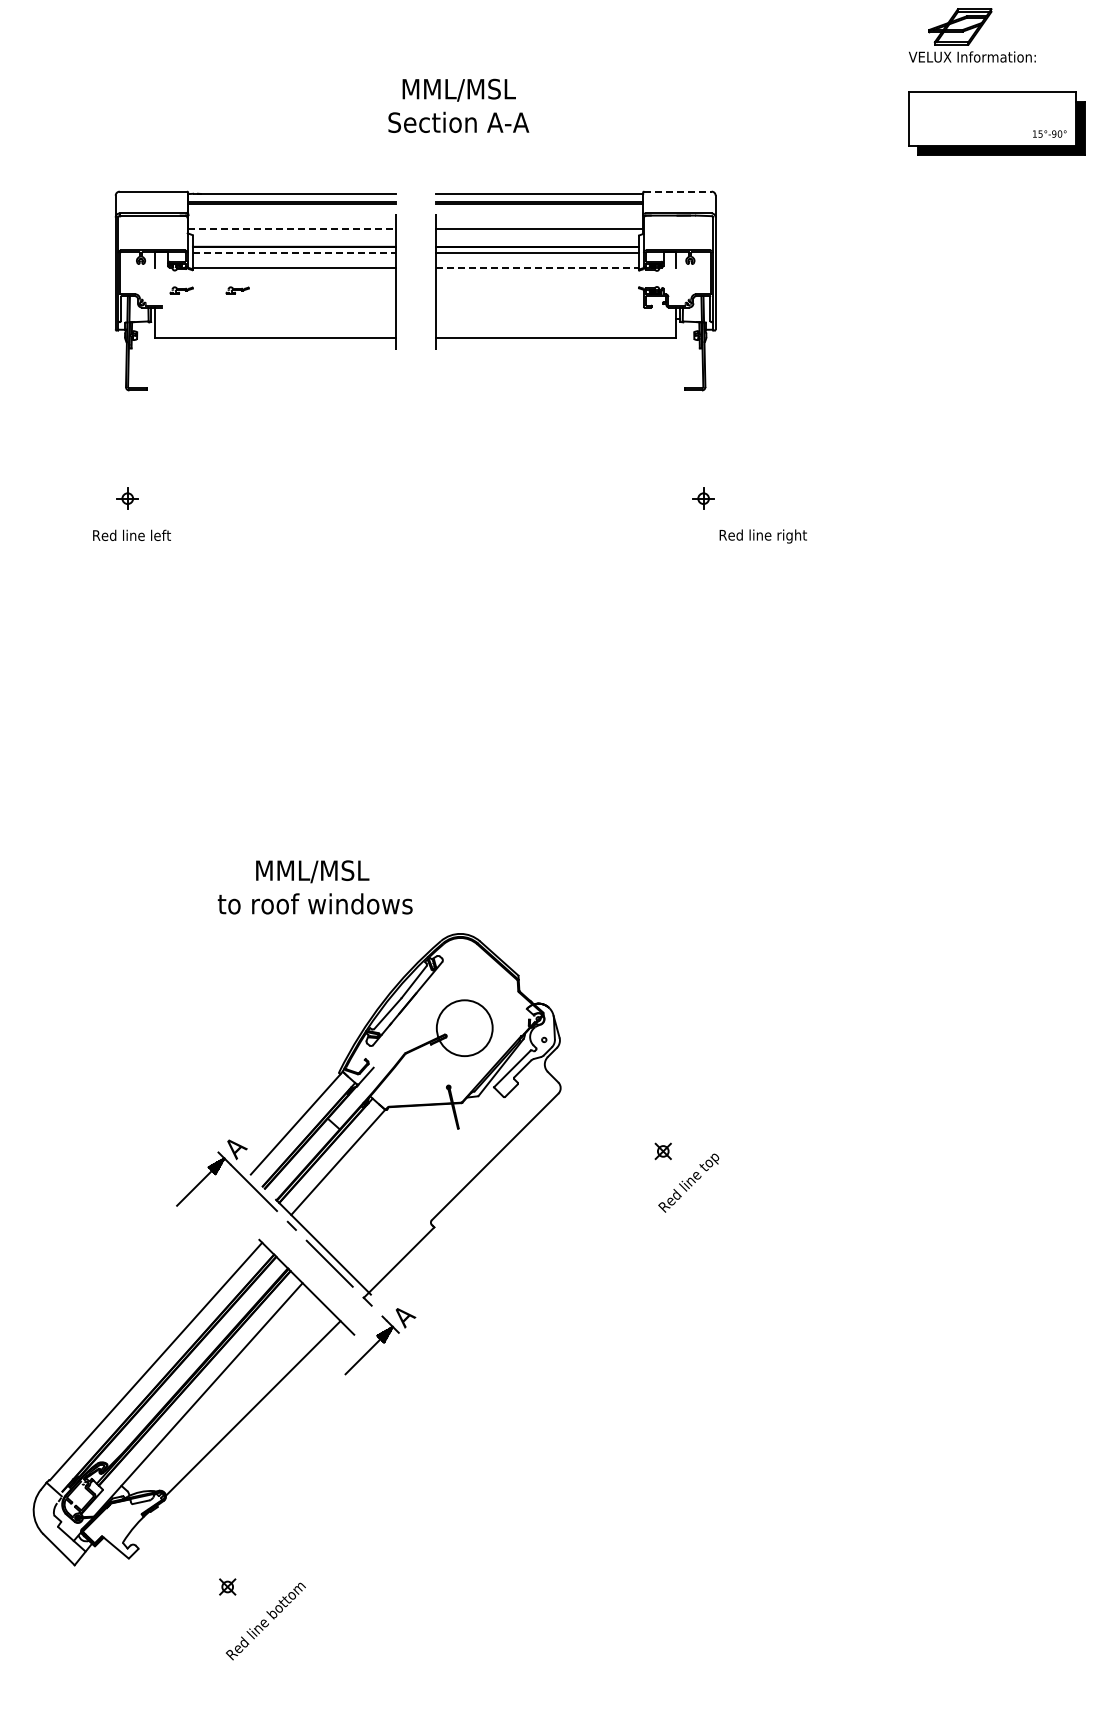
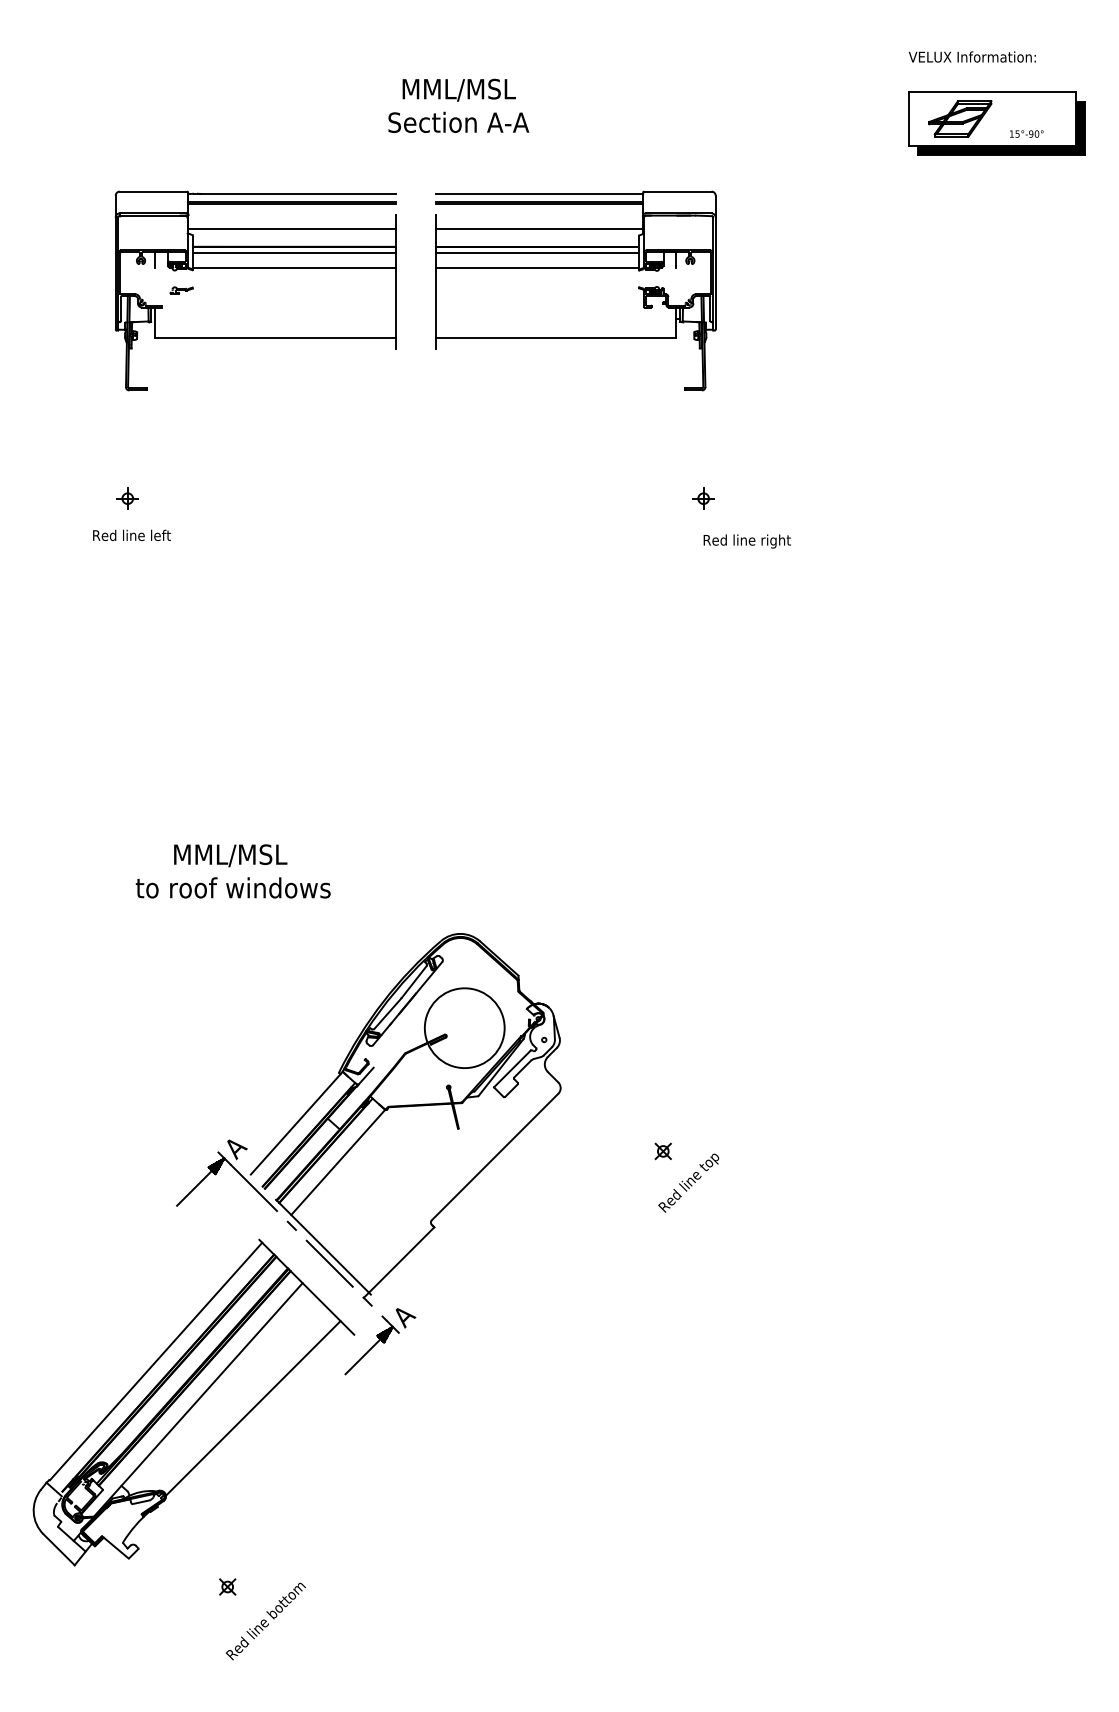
part at (960, 26) position: (960, 26) -> (960, 118)
text at (1049, 133) position: (1049, 133) -> (1026, 133)
line at (678, 191): dashed -> solid
line at (291, 229): dashed -> solid
line at (294, 253): dashed -> solid
line at (537, 268): dashed -> solid
part at (237, 290): present -> none
text at (762, 536) position: (762, 536) -> (746, 541)
text at (314, 887) position: (314, 887) -> (232, 871)
circle at (464, 1028) diameter: 56 px -> 80 px
